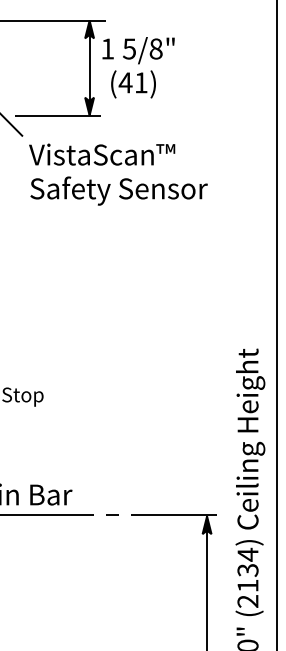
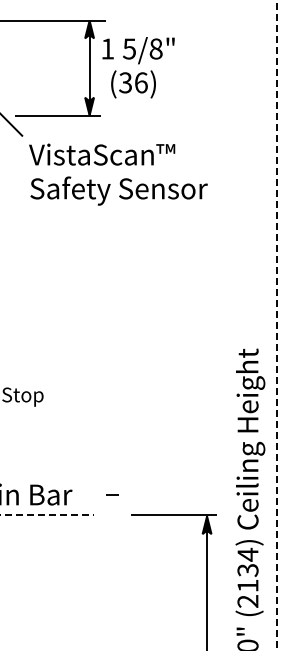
text at (132, 82): (41) -> (36)
line at (277, 325): solid -> dashed
line at (112, 514) position: (112, 514) -> (112, 494)
line at (47, 515): solid -> dashed
